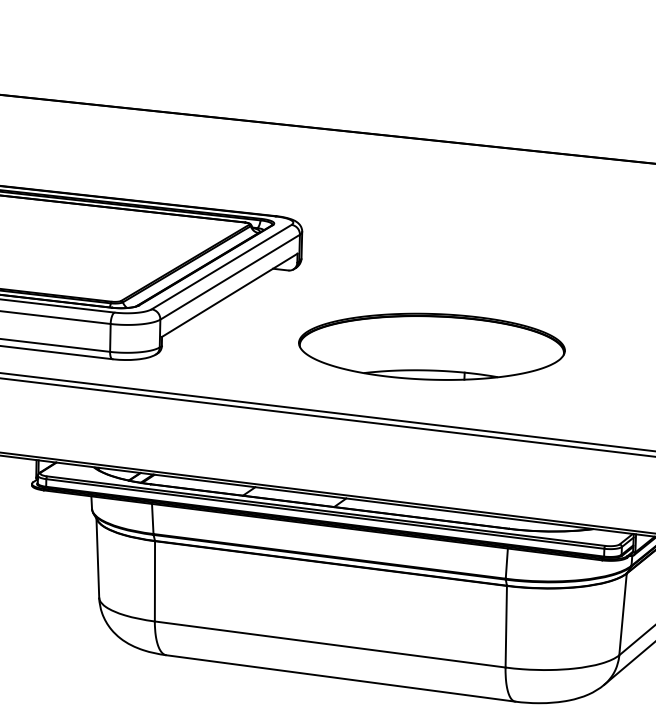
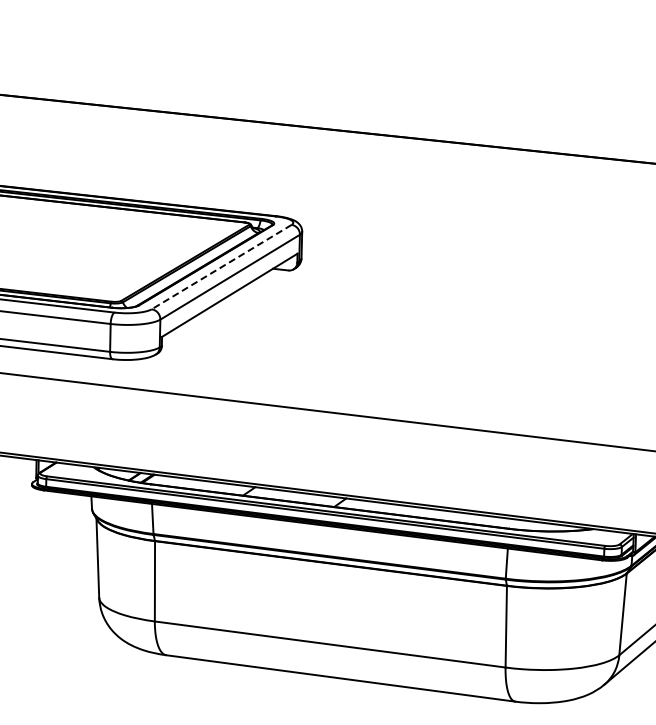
line at (221, 267): solid -> dashed
part at (431, 346): present -> none
line at (327, 417): present -> none
